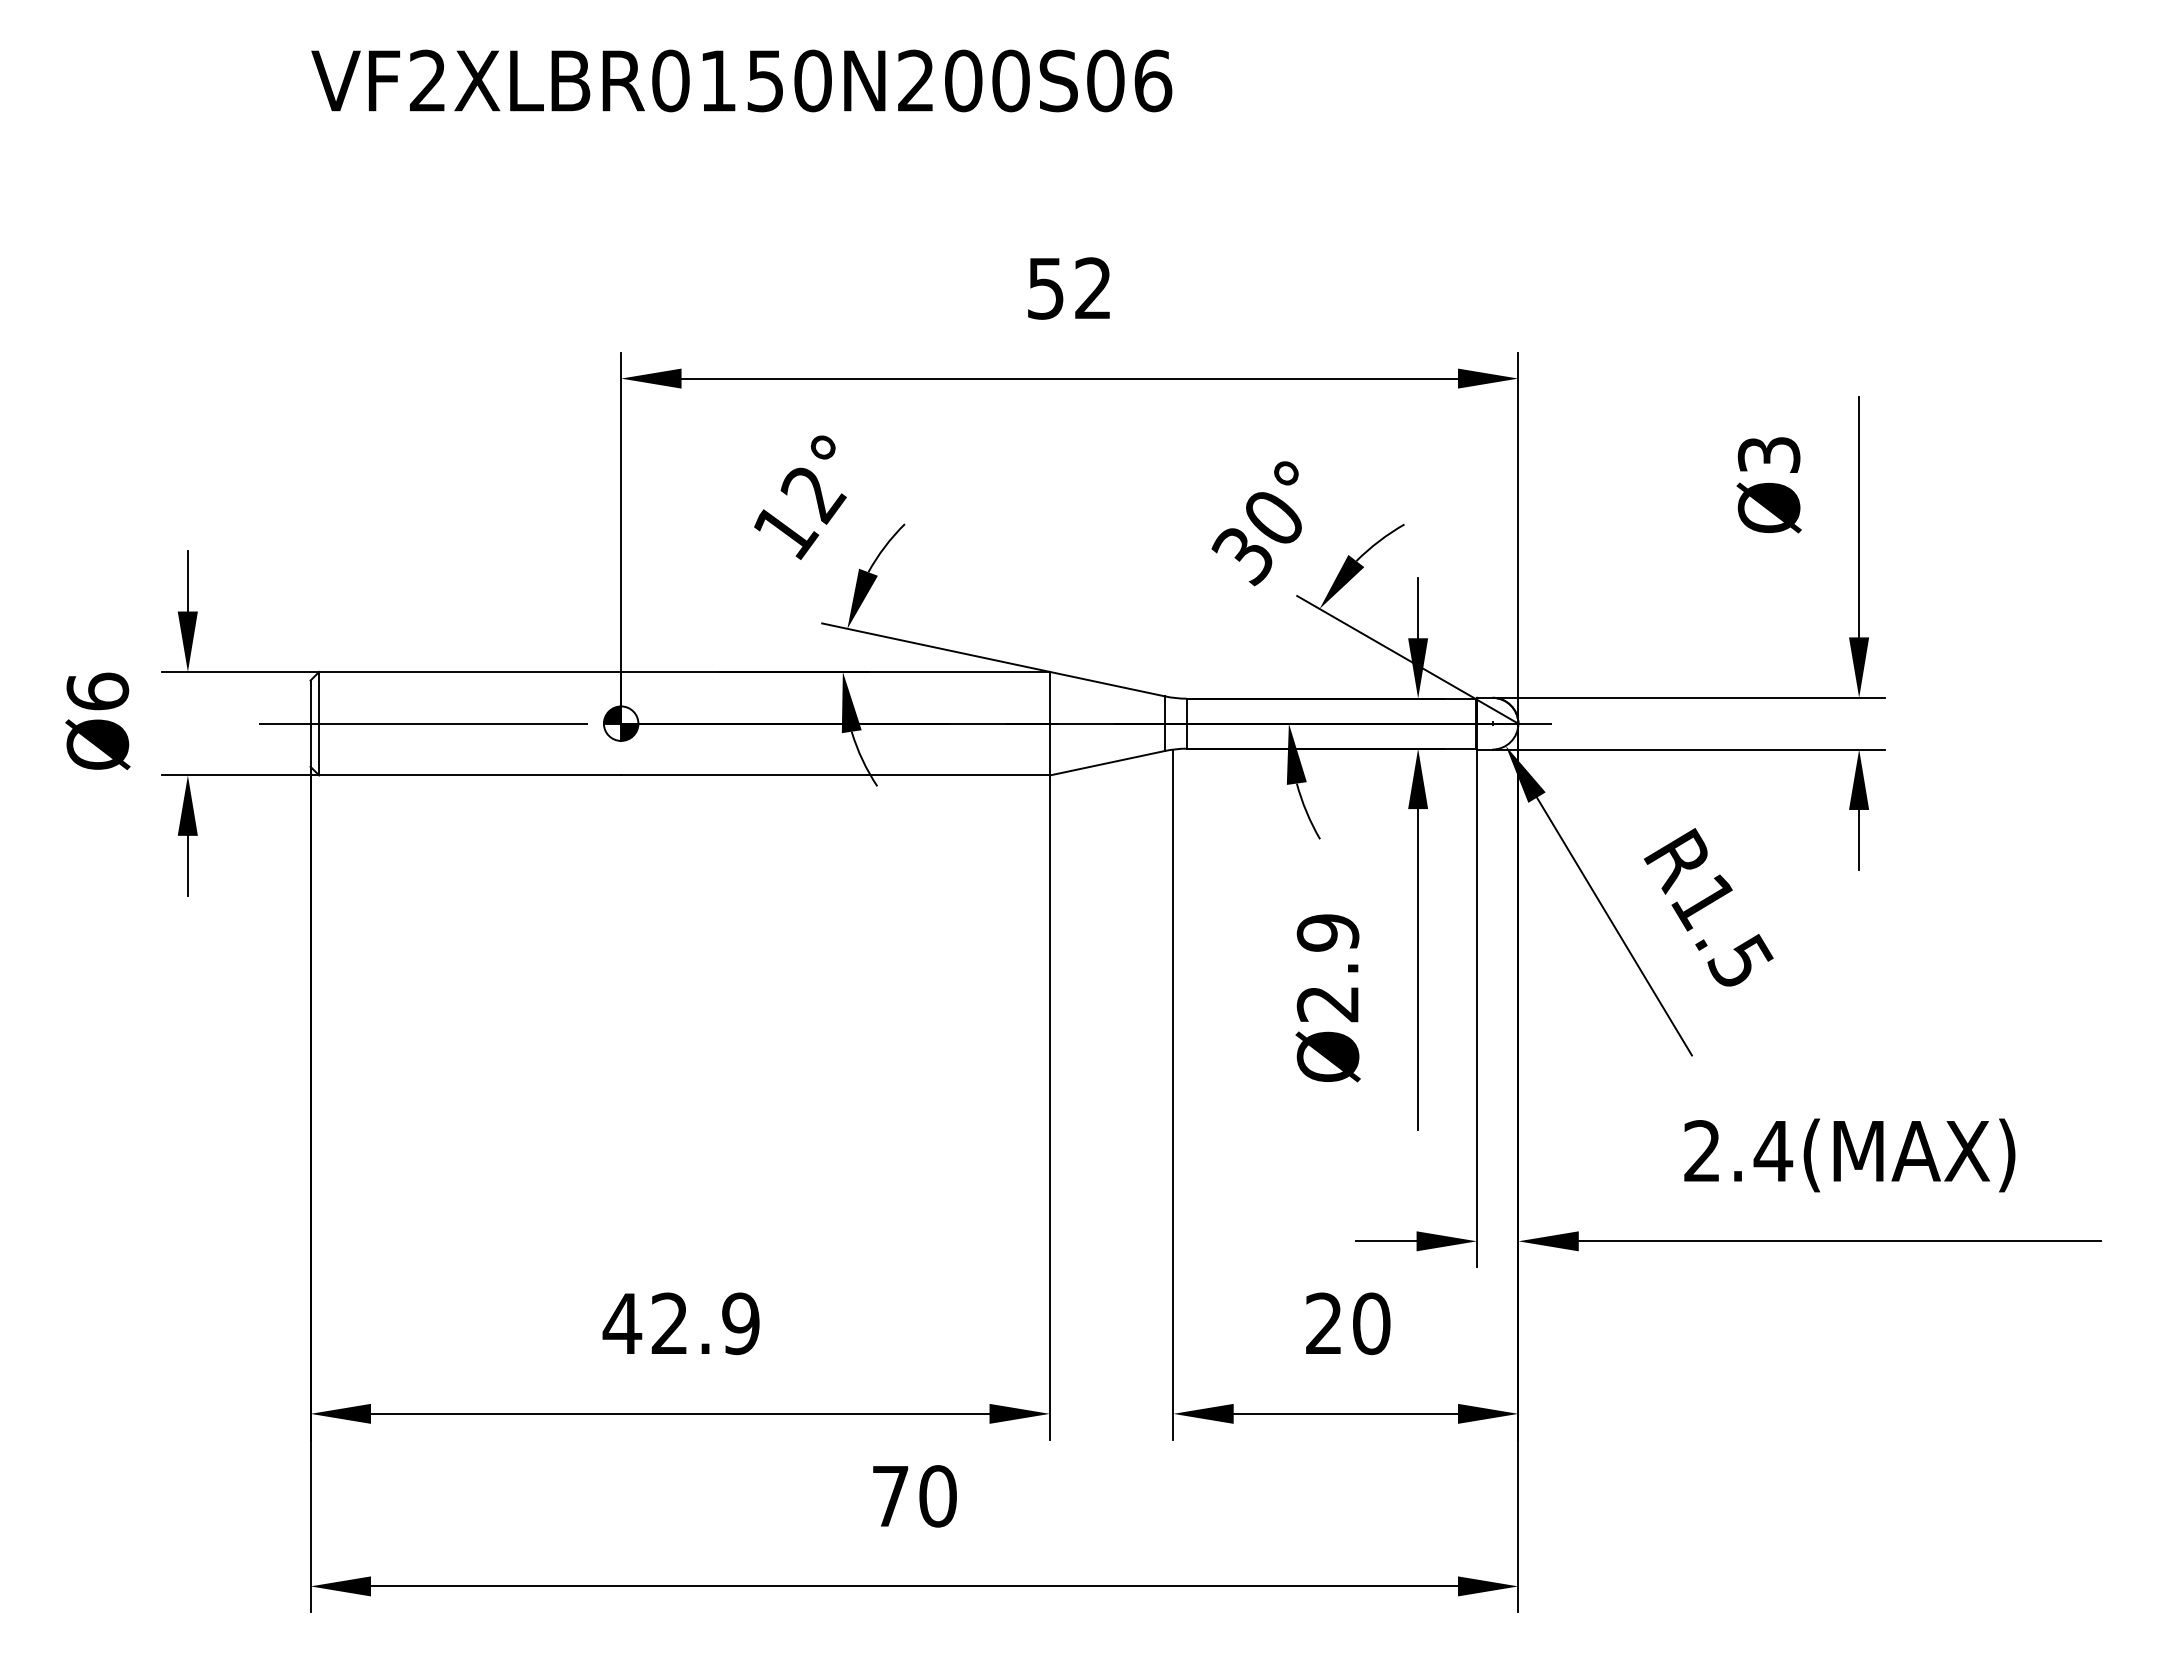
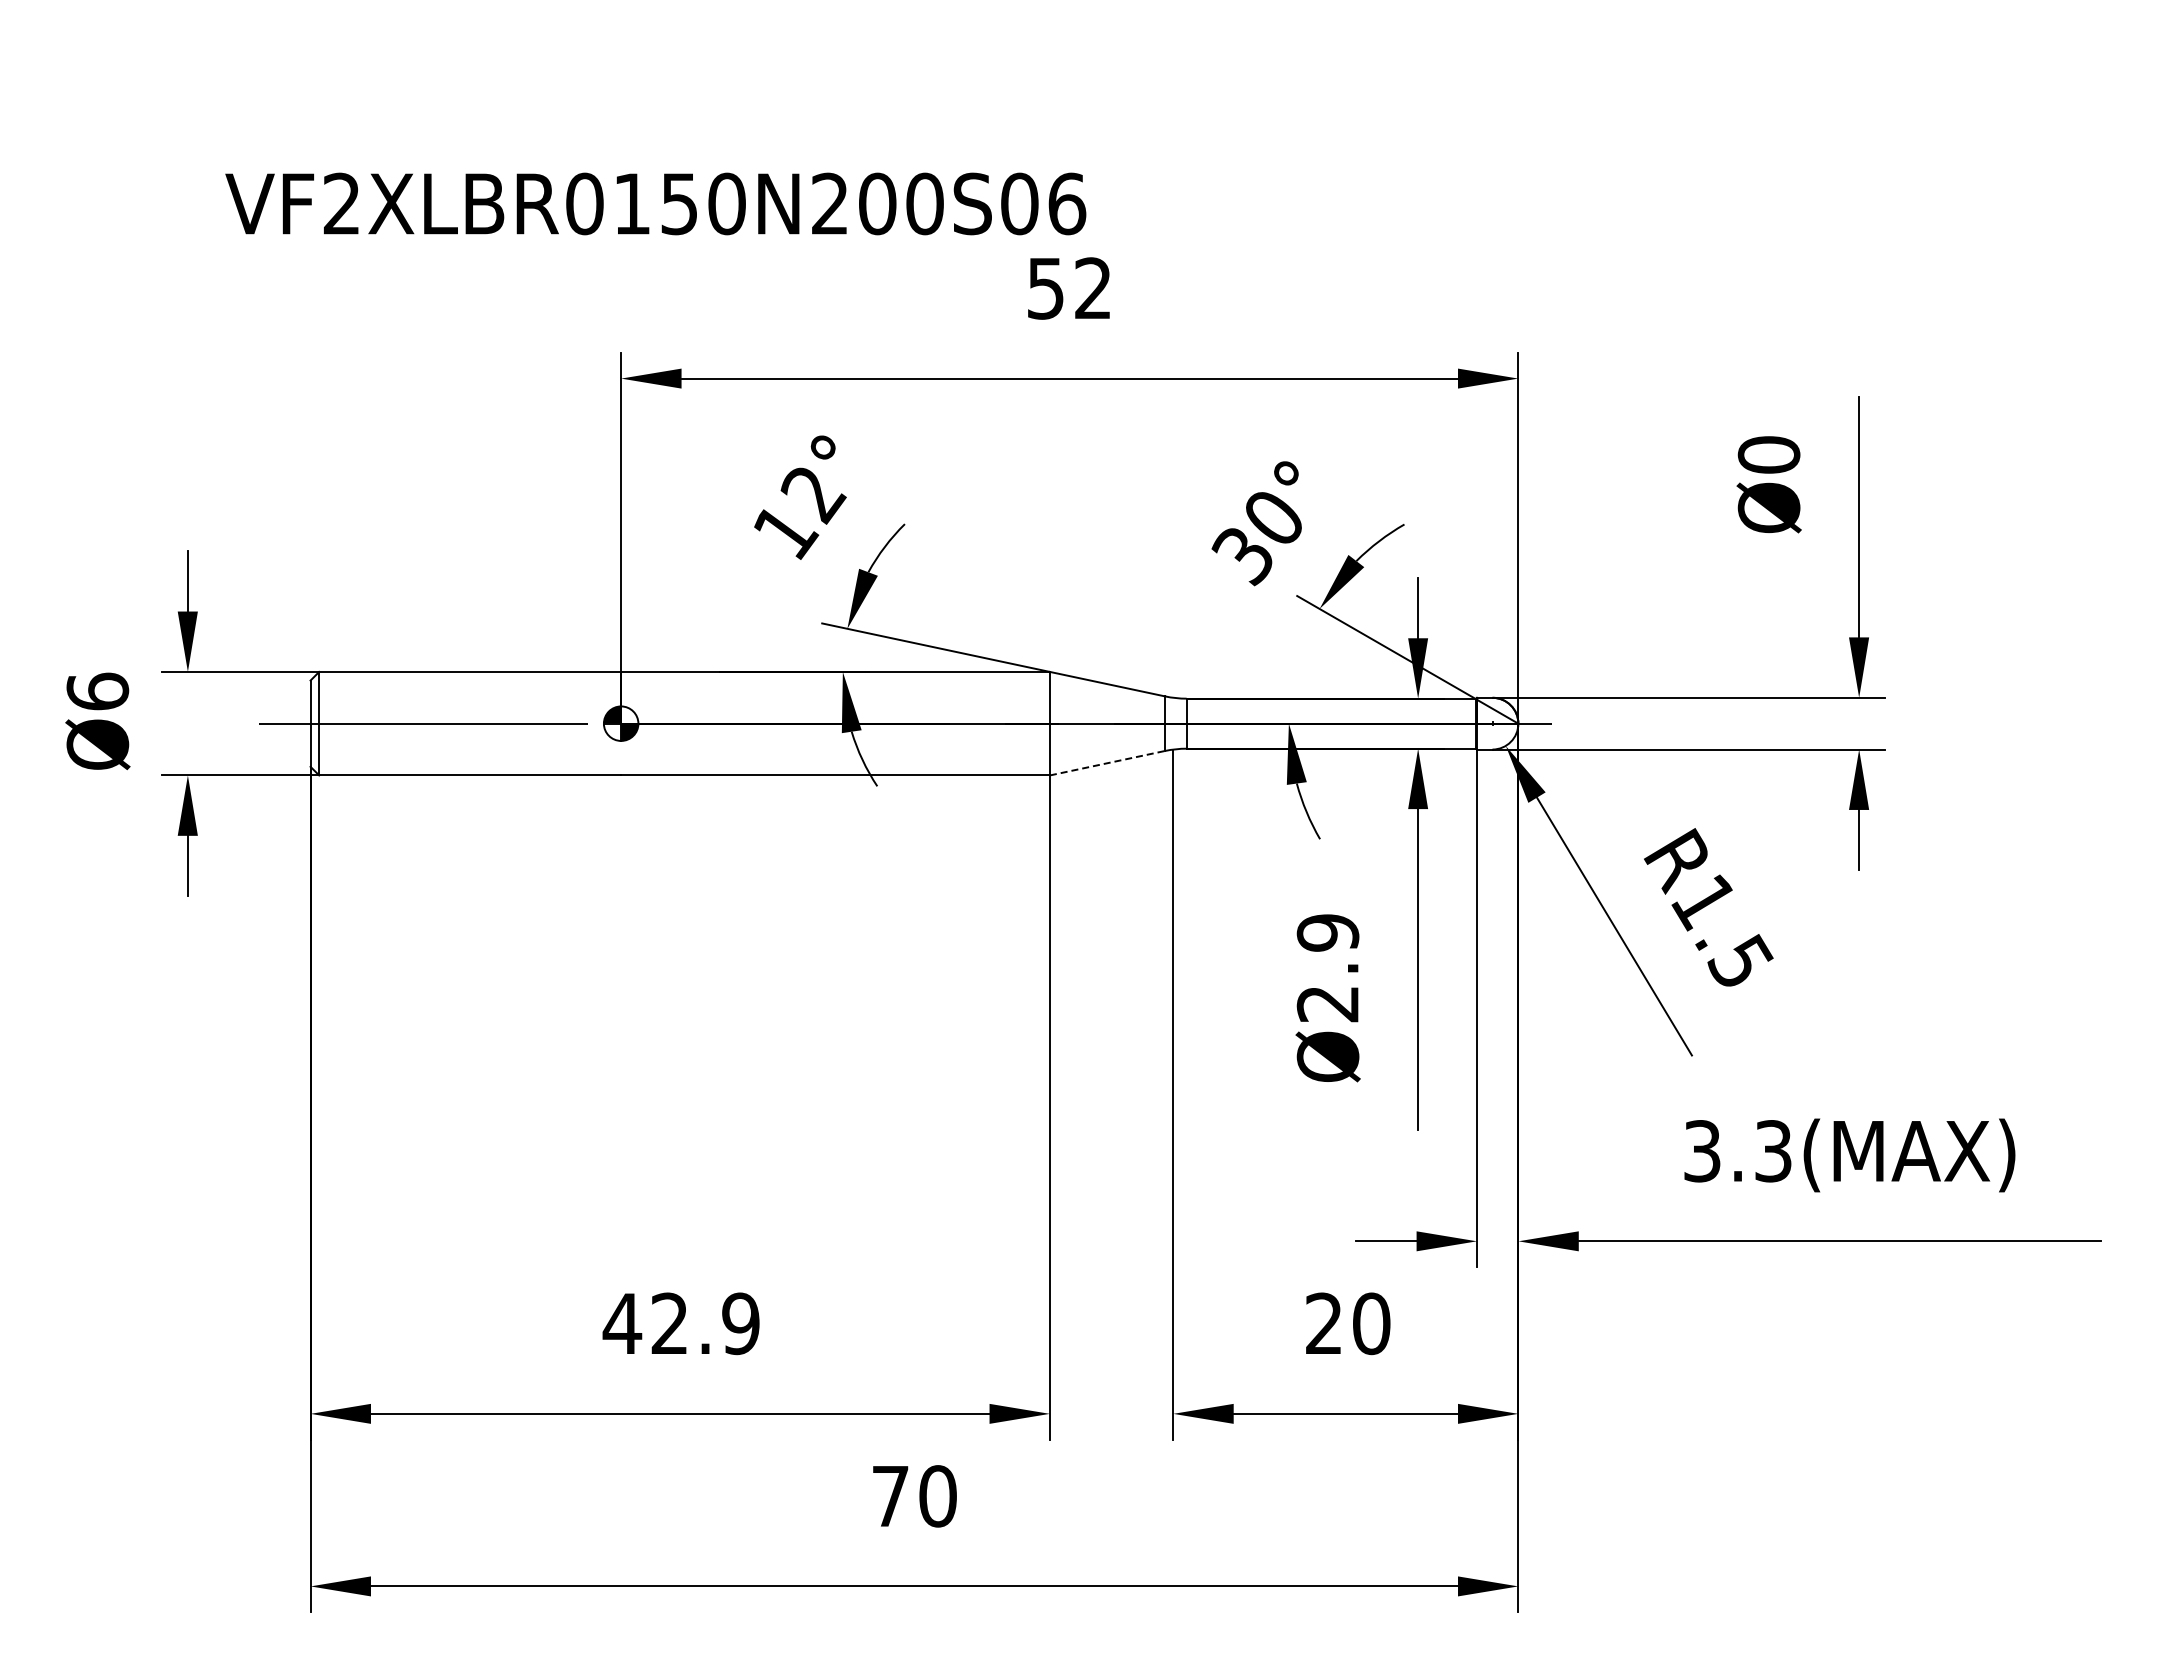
text at (741, 80) position: (741, 80) -> (655, 203)
text at (1768, 454): Ø3 -> Ø0
line at (1107, 763): solid -> dashed
text at (1738, 1151): 2.4(MAX) -> 3.3(MAX)
